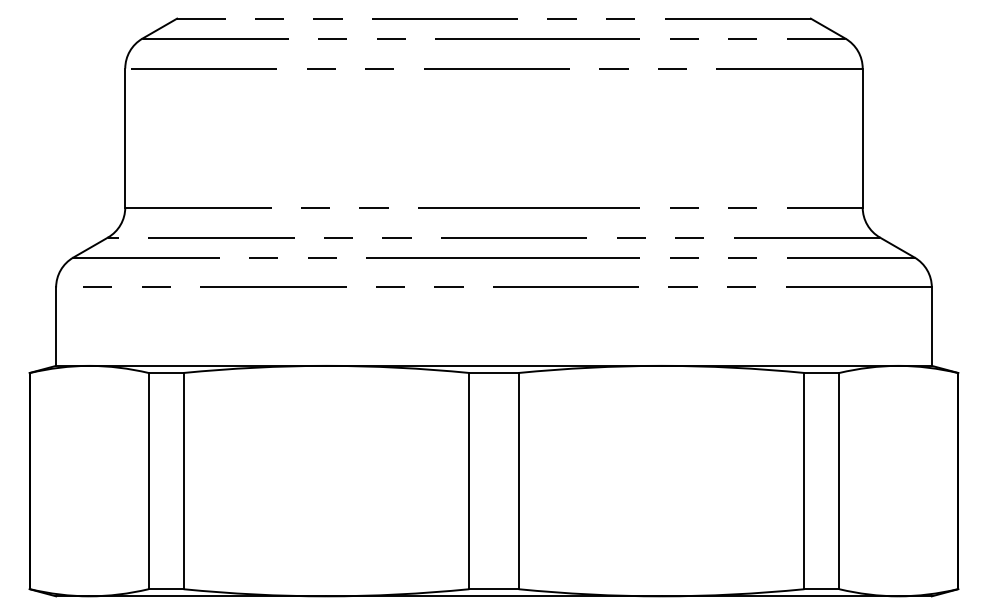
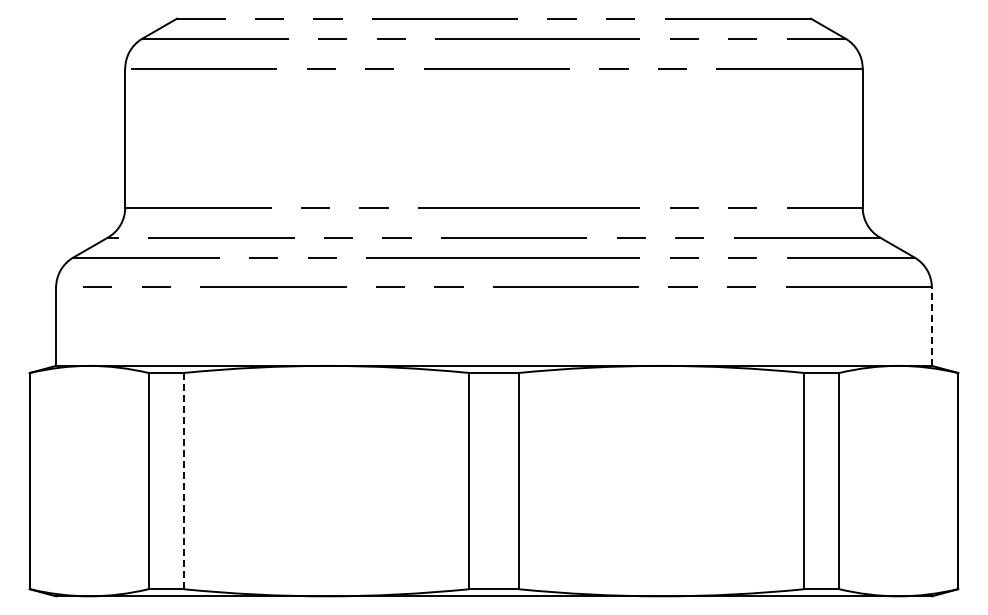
line at (931, 326): solid -> dashed
line at (183, 480): solid -> dashed
